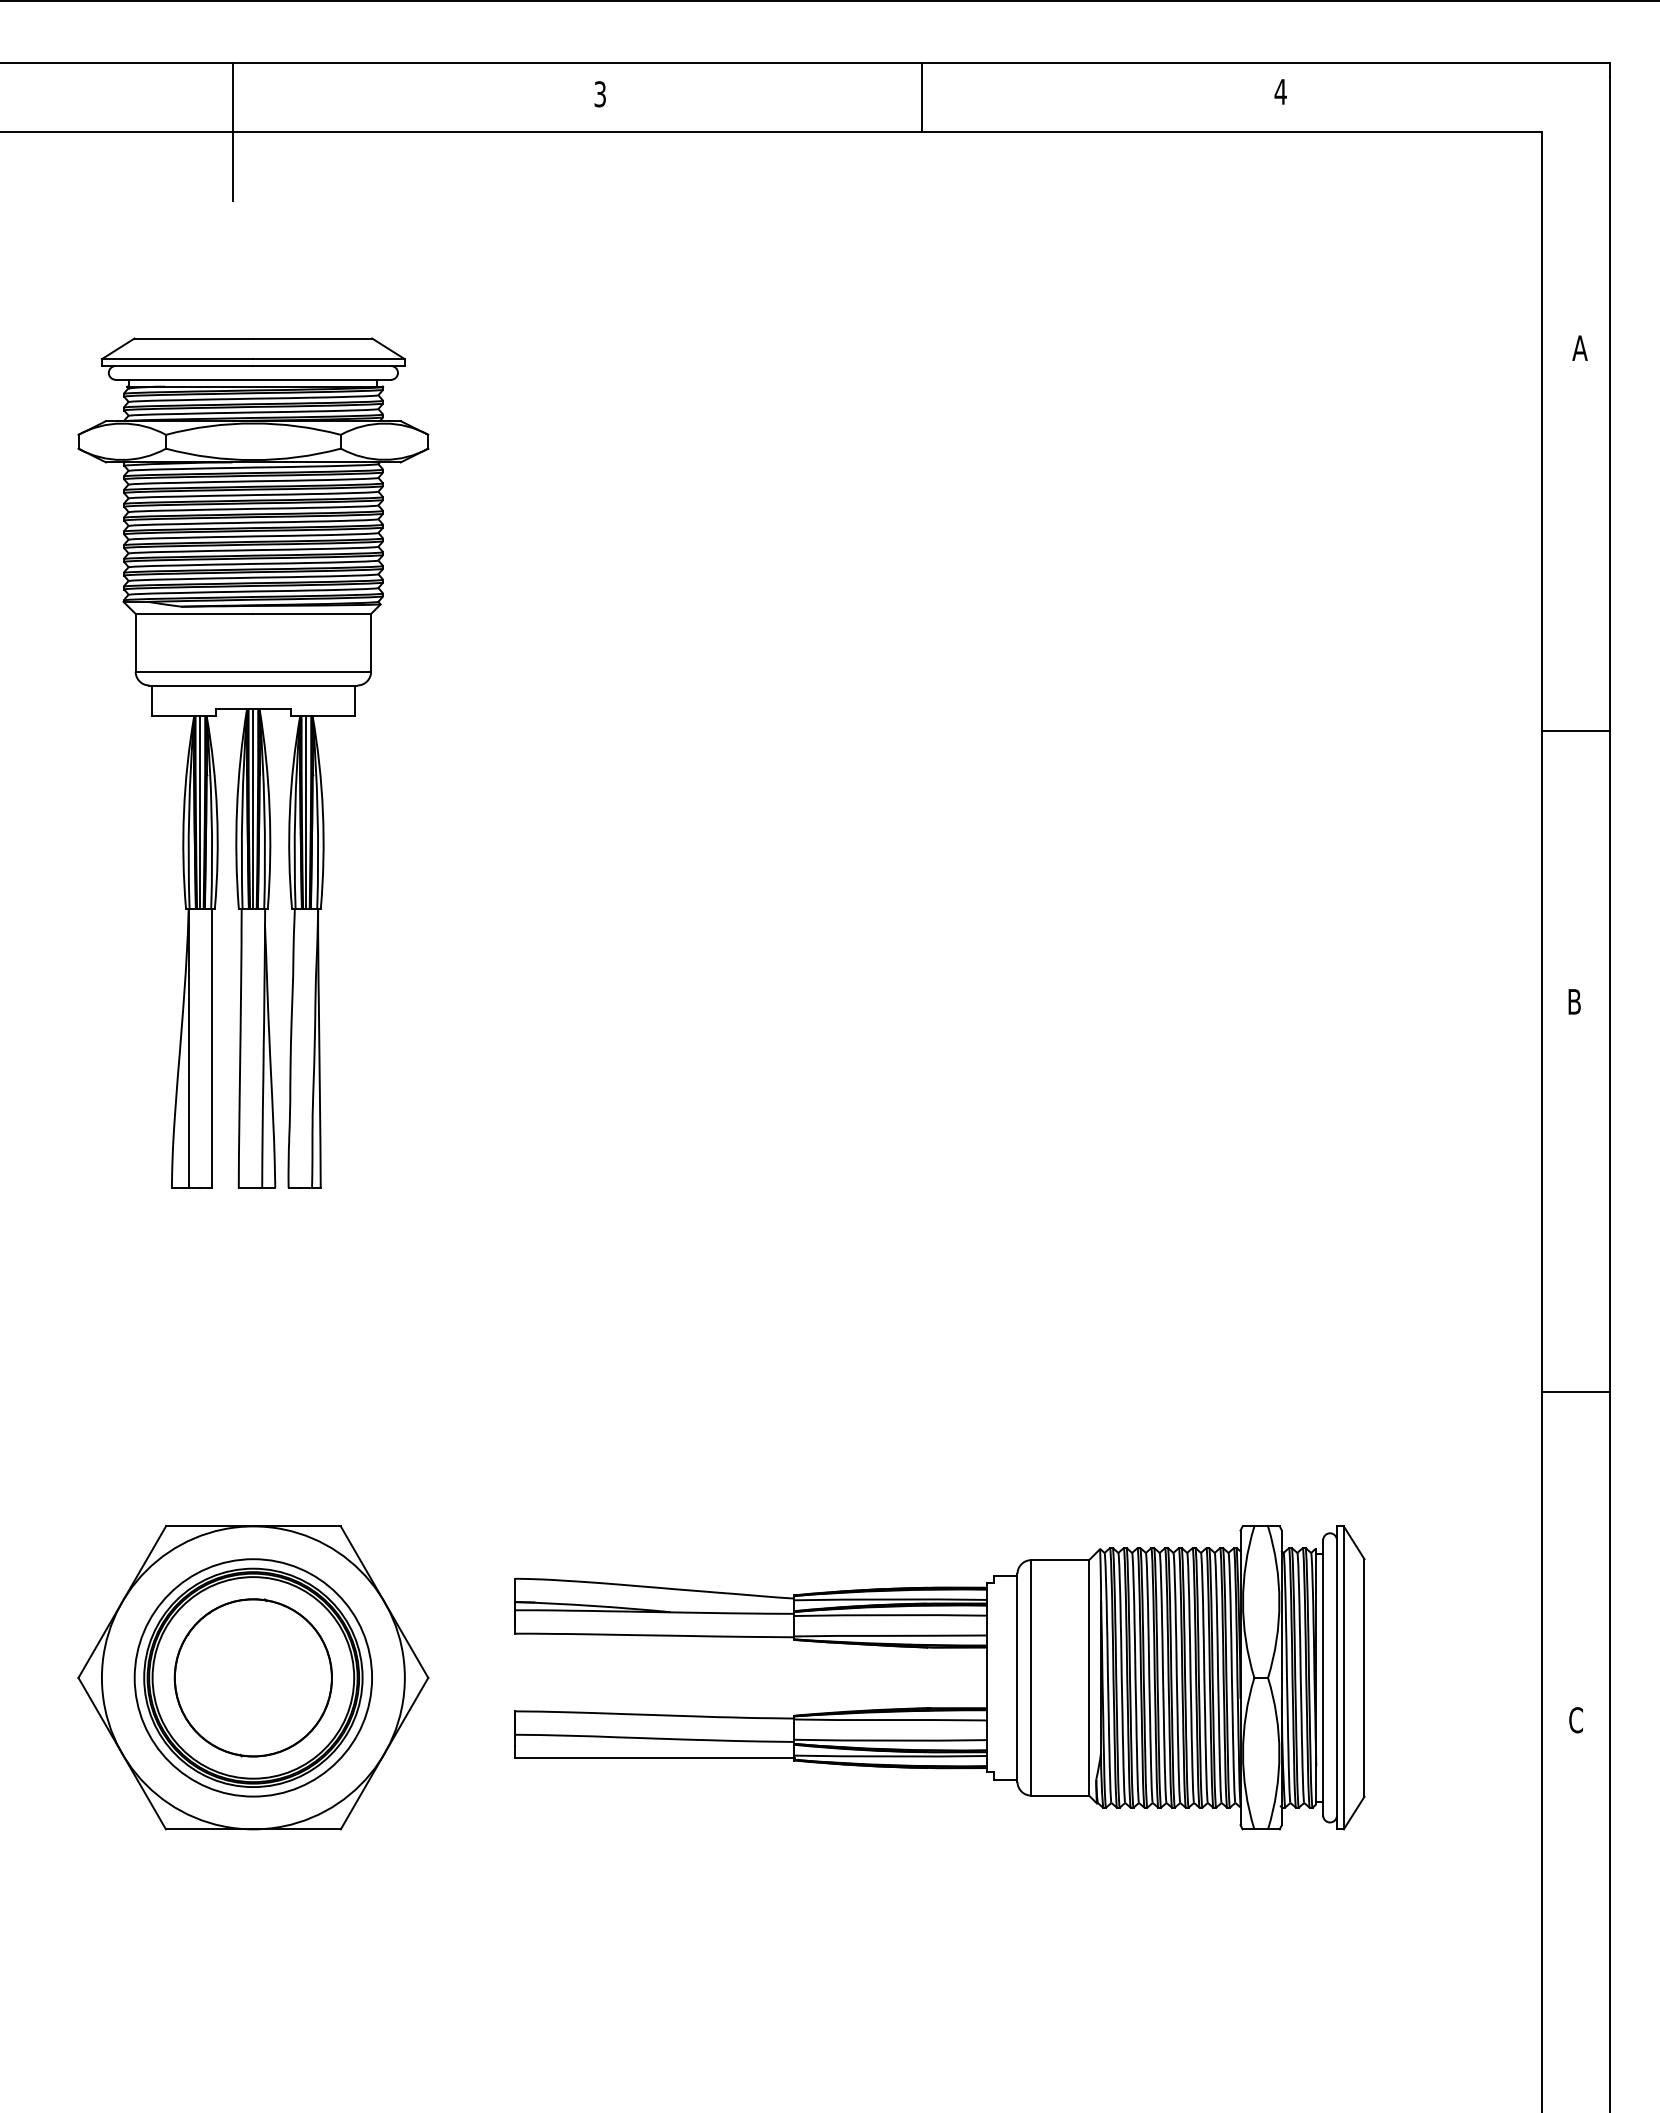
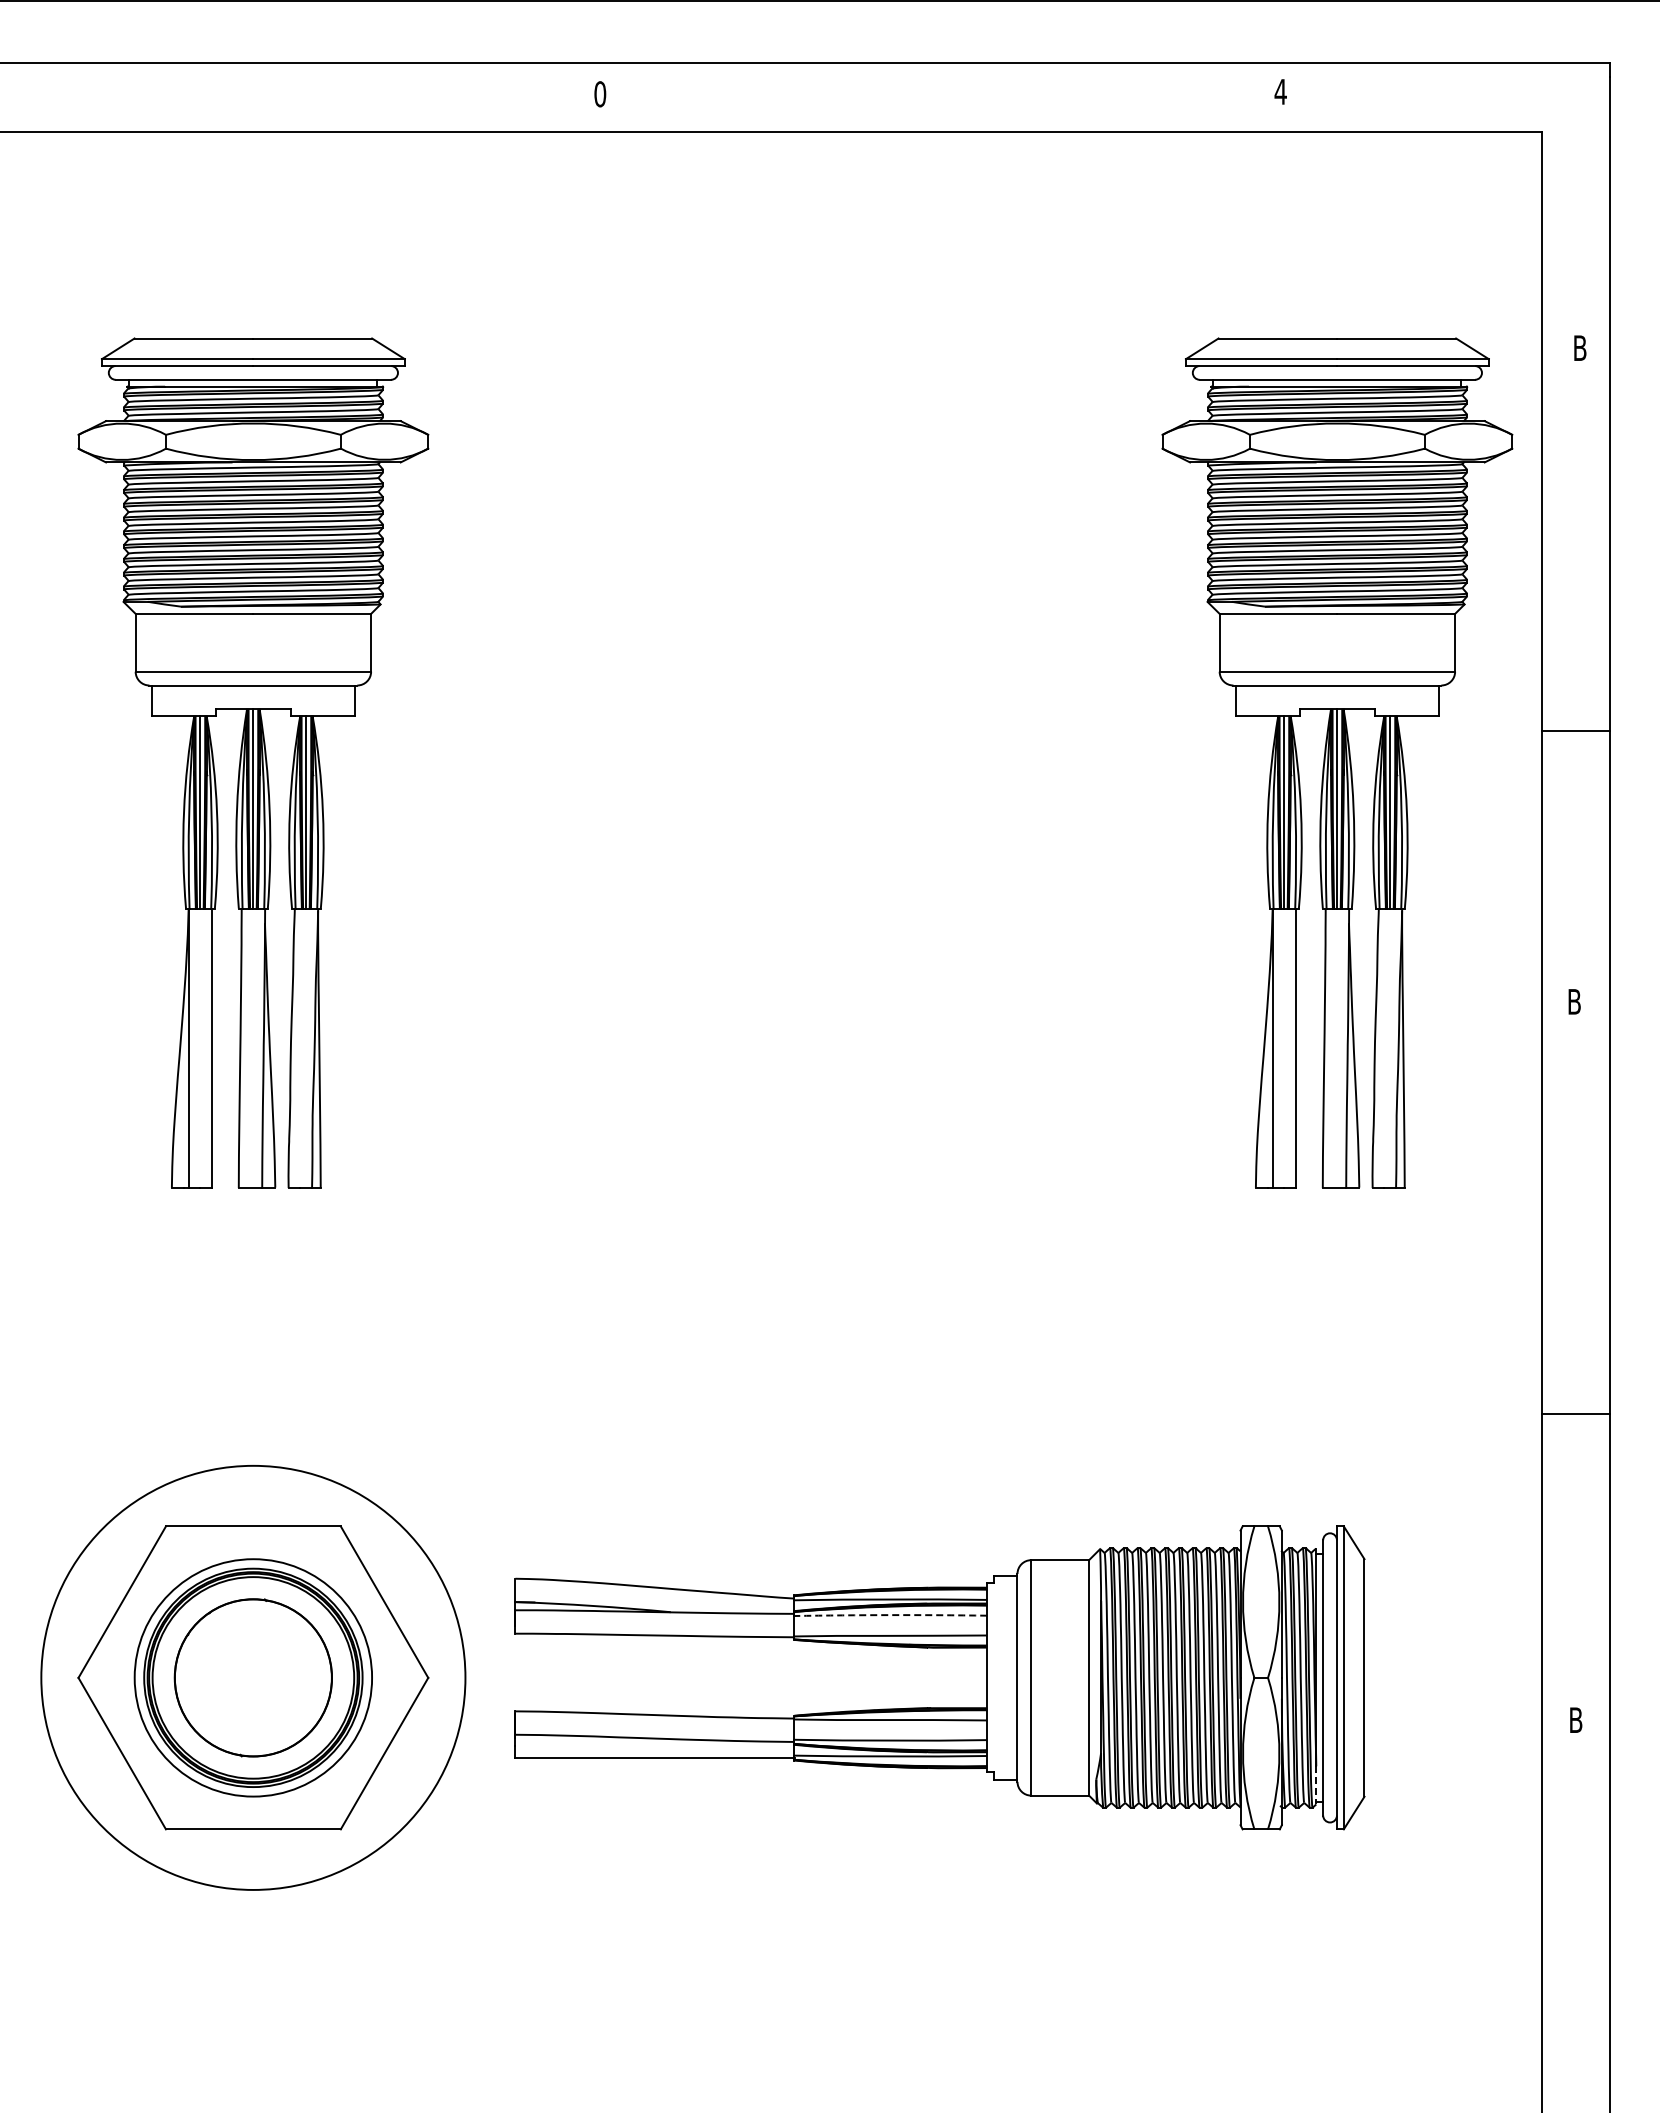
text at (600, 94): 3 -> 0
line at (921, 97): present -> none
line at (233, 132): present -> none
text at (1579, 347): A -> B
part at (1337, 762): none -> present
line at (1575, 1392) position: (1575, 1392) -> (1575, 1414)
arc at (890, 1615): solid -> dashed
circle at (252, 1677) diameter: 303 px -> 424 px
text at (1575, 1720): C -> B
line at (1316, 1785): solid -> dashed
